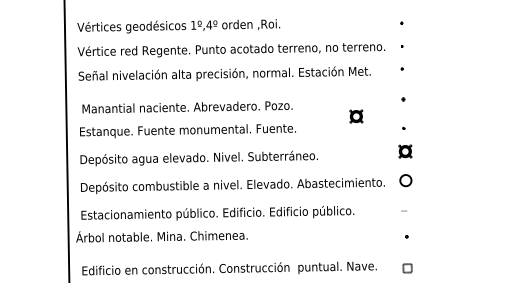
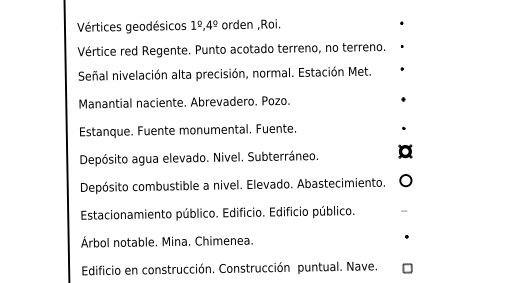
text at (187, 107) position: (187, 107) -> (184, 102)
part at (356, 116): present -> none
text at (161, 236) position: (161, 236) -> (166, 241)
